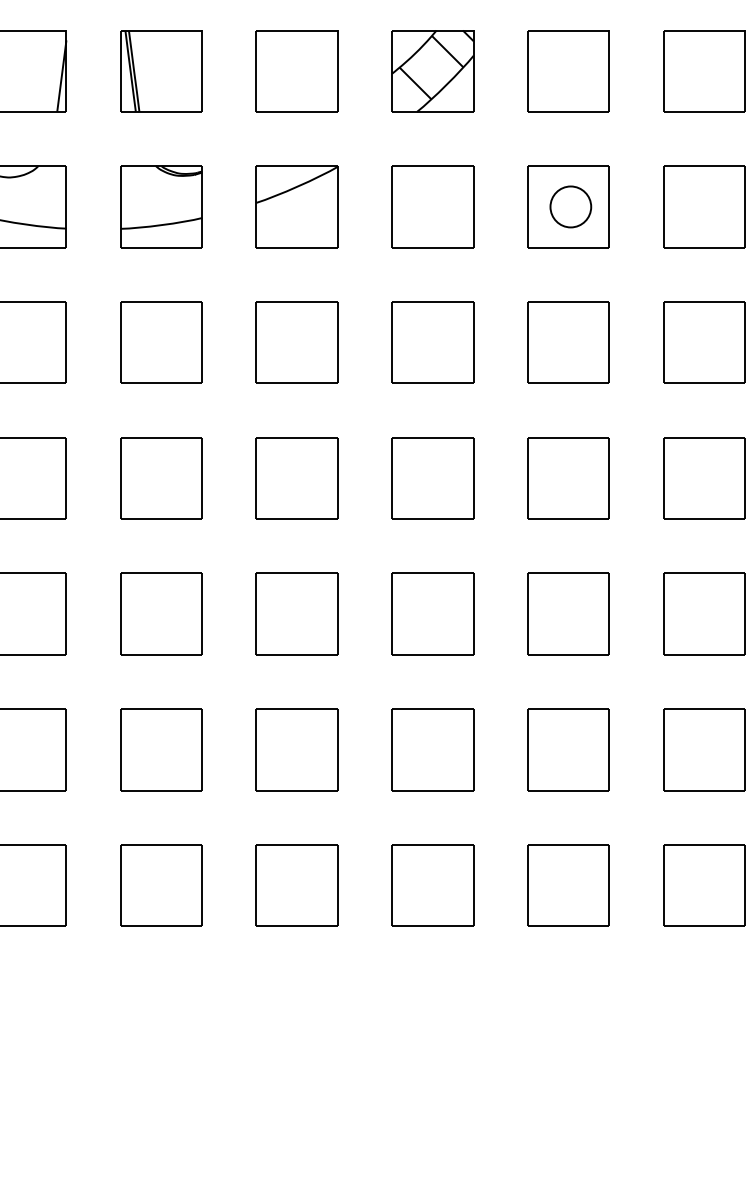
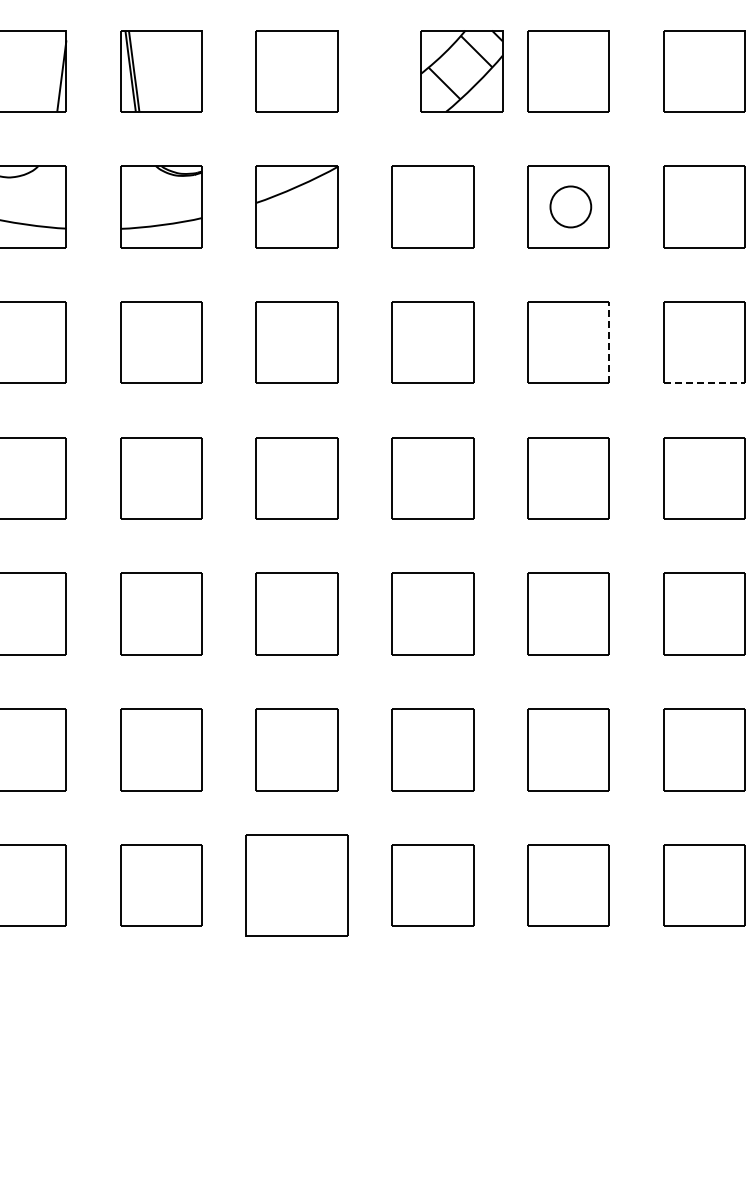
part at (432, 71) position: (432, 71) -> (461, 71)
line at (609, 342): solid -> dashed
line at (704, 383): solid -> dashed
part at (296, 885) size: 84x83 px -> 104x103 px
